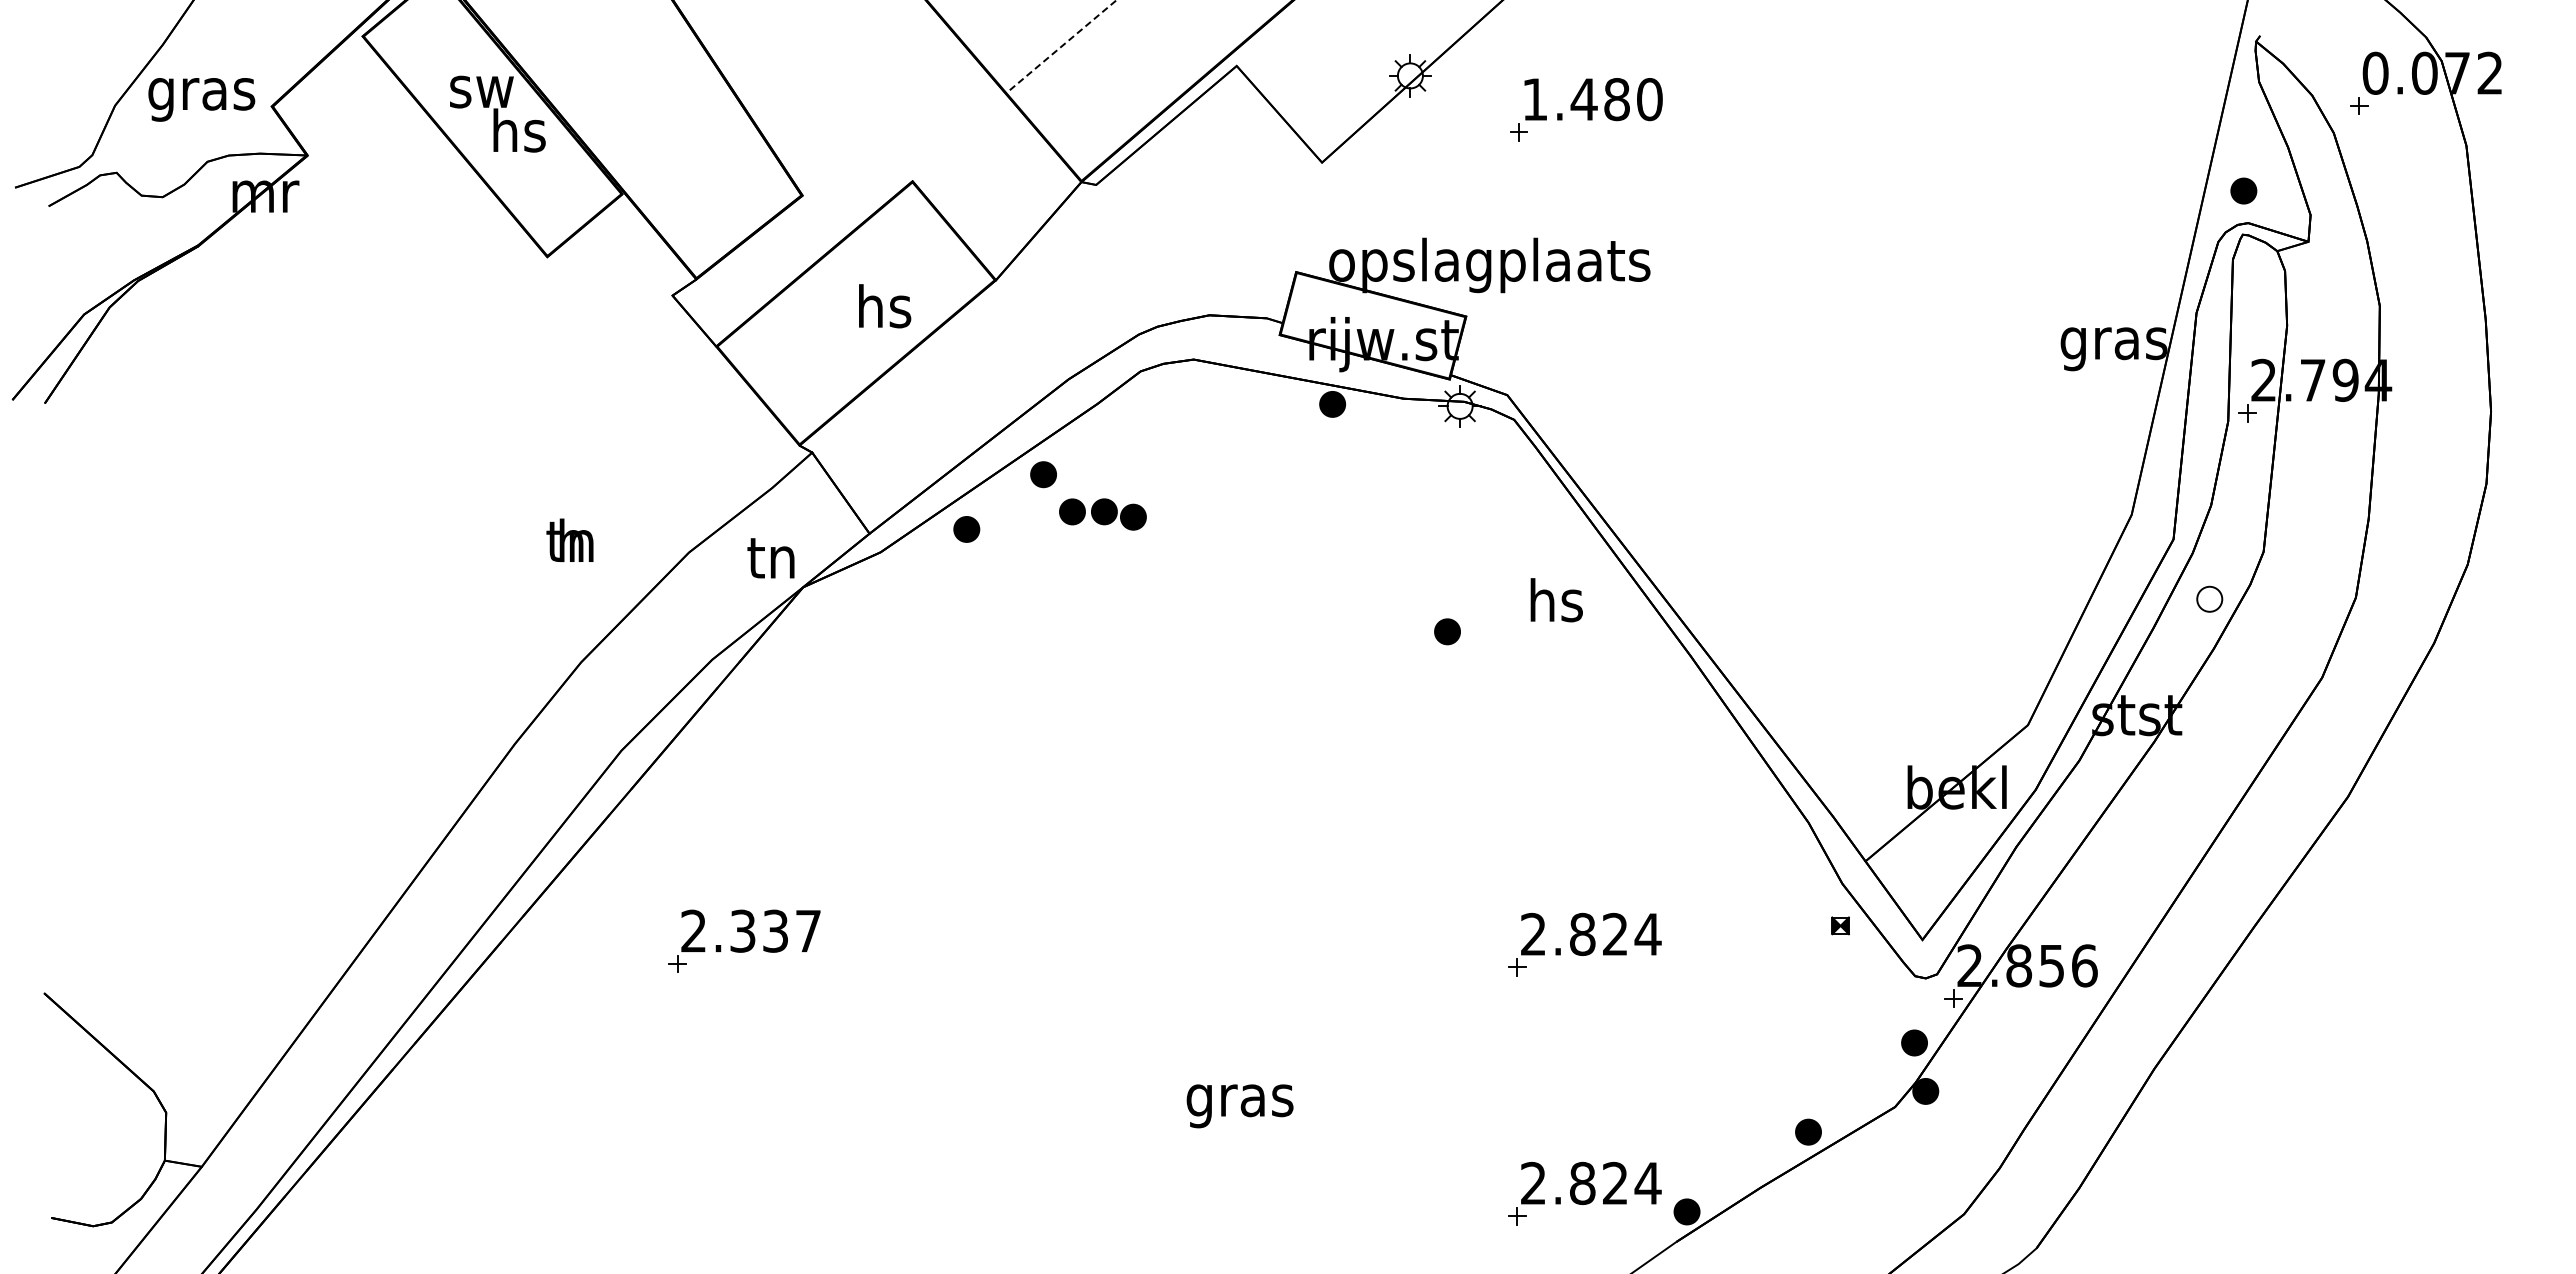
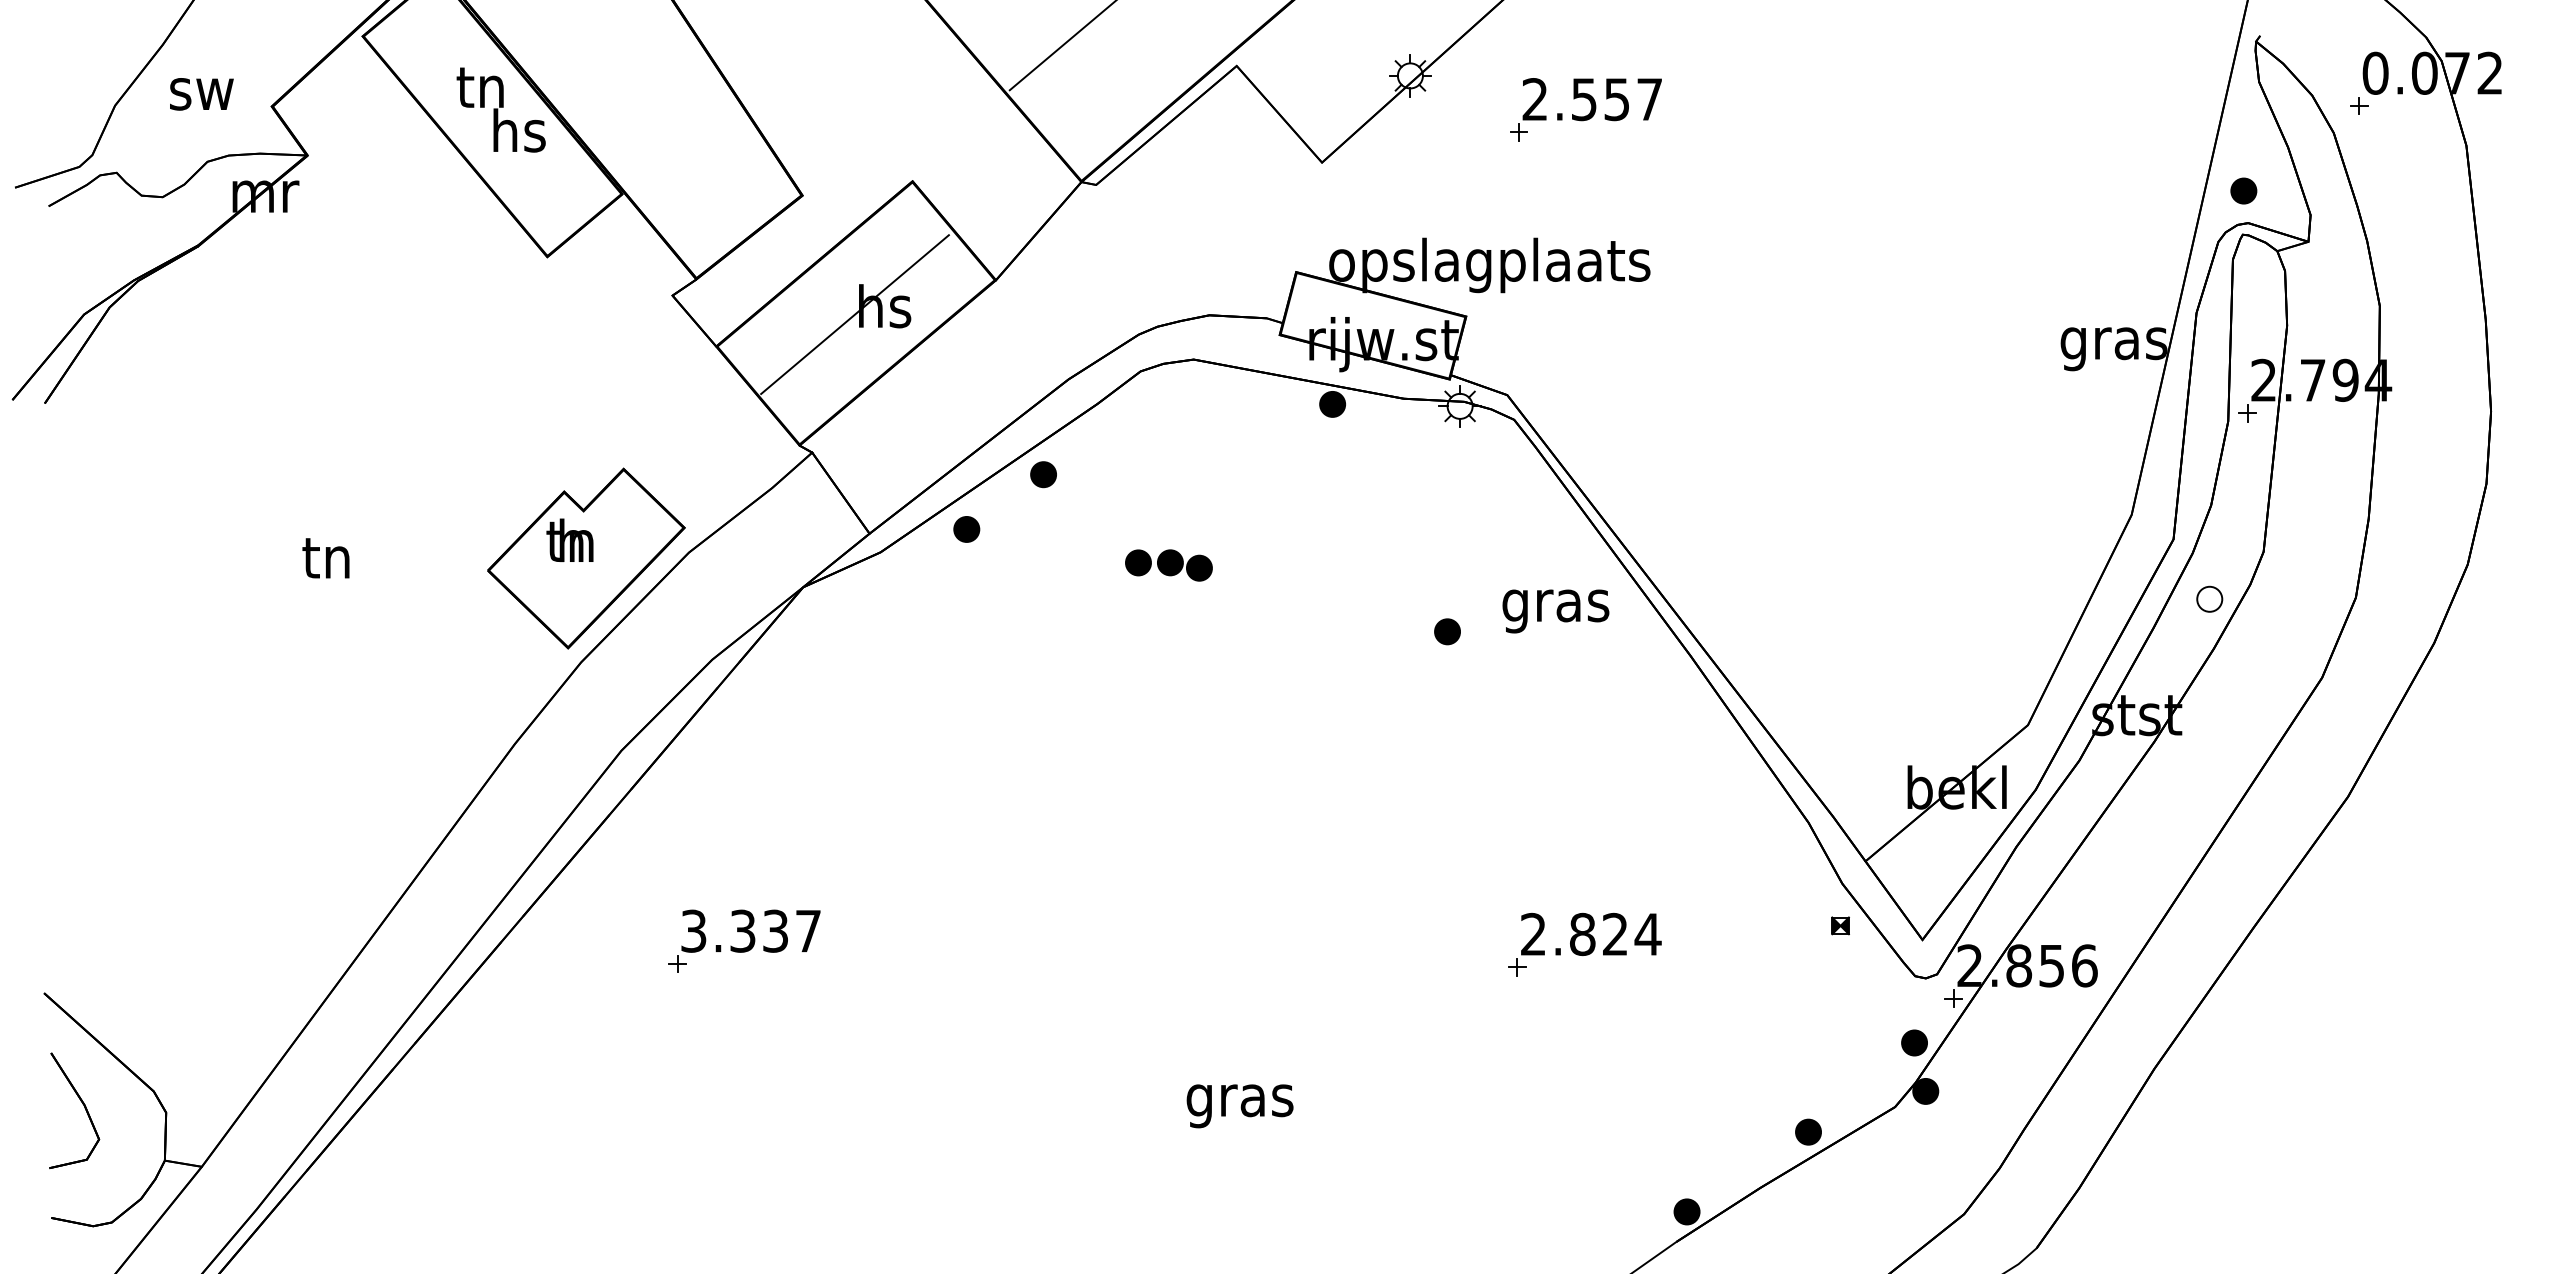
line at (1063, 45): dashed -> solid
text at (481, 87): sw -> tn
text at (201, 99): gras -> sw
text at (1592, 99): 1.480 -> 2.557
line at (854, 314): none -> present
part at (1102, 514) position: (1102, 514) -> (1168, 565)
part at (586, 558): none -> present
text at (770, 558) position: (770, 558) -> (325, 558)
text at (1555, 605): hs -> gras
text at (693, 930): 2.337 -> 3.337
part at (82, 1104): none -> present
part at (1584, 1193): present -> none
